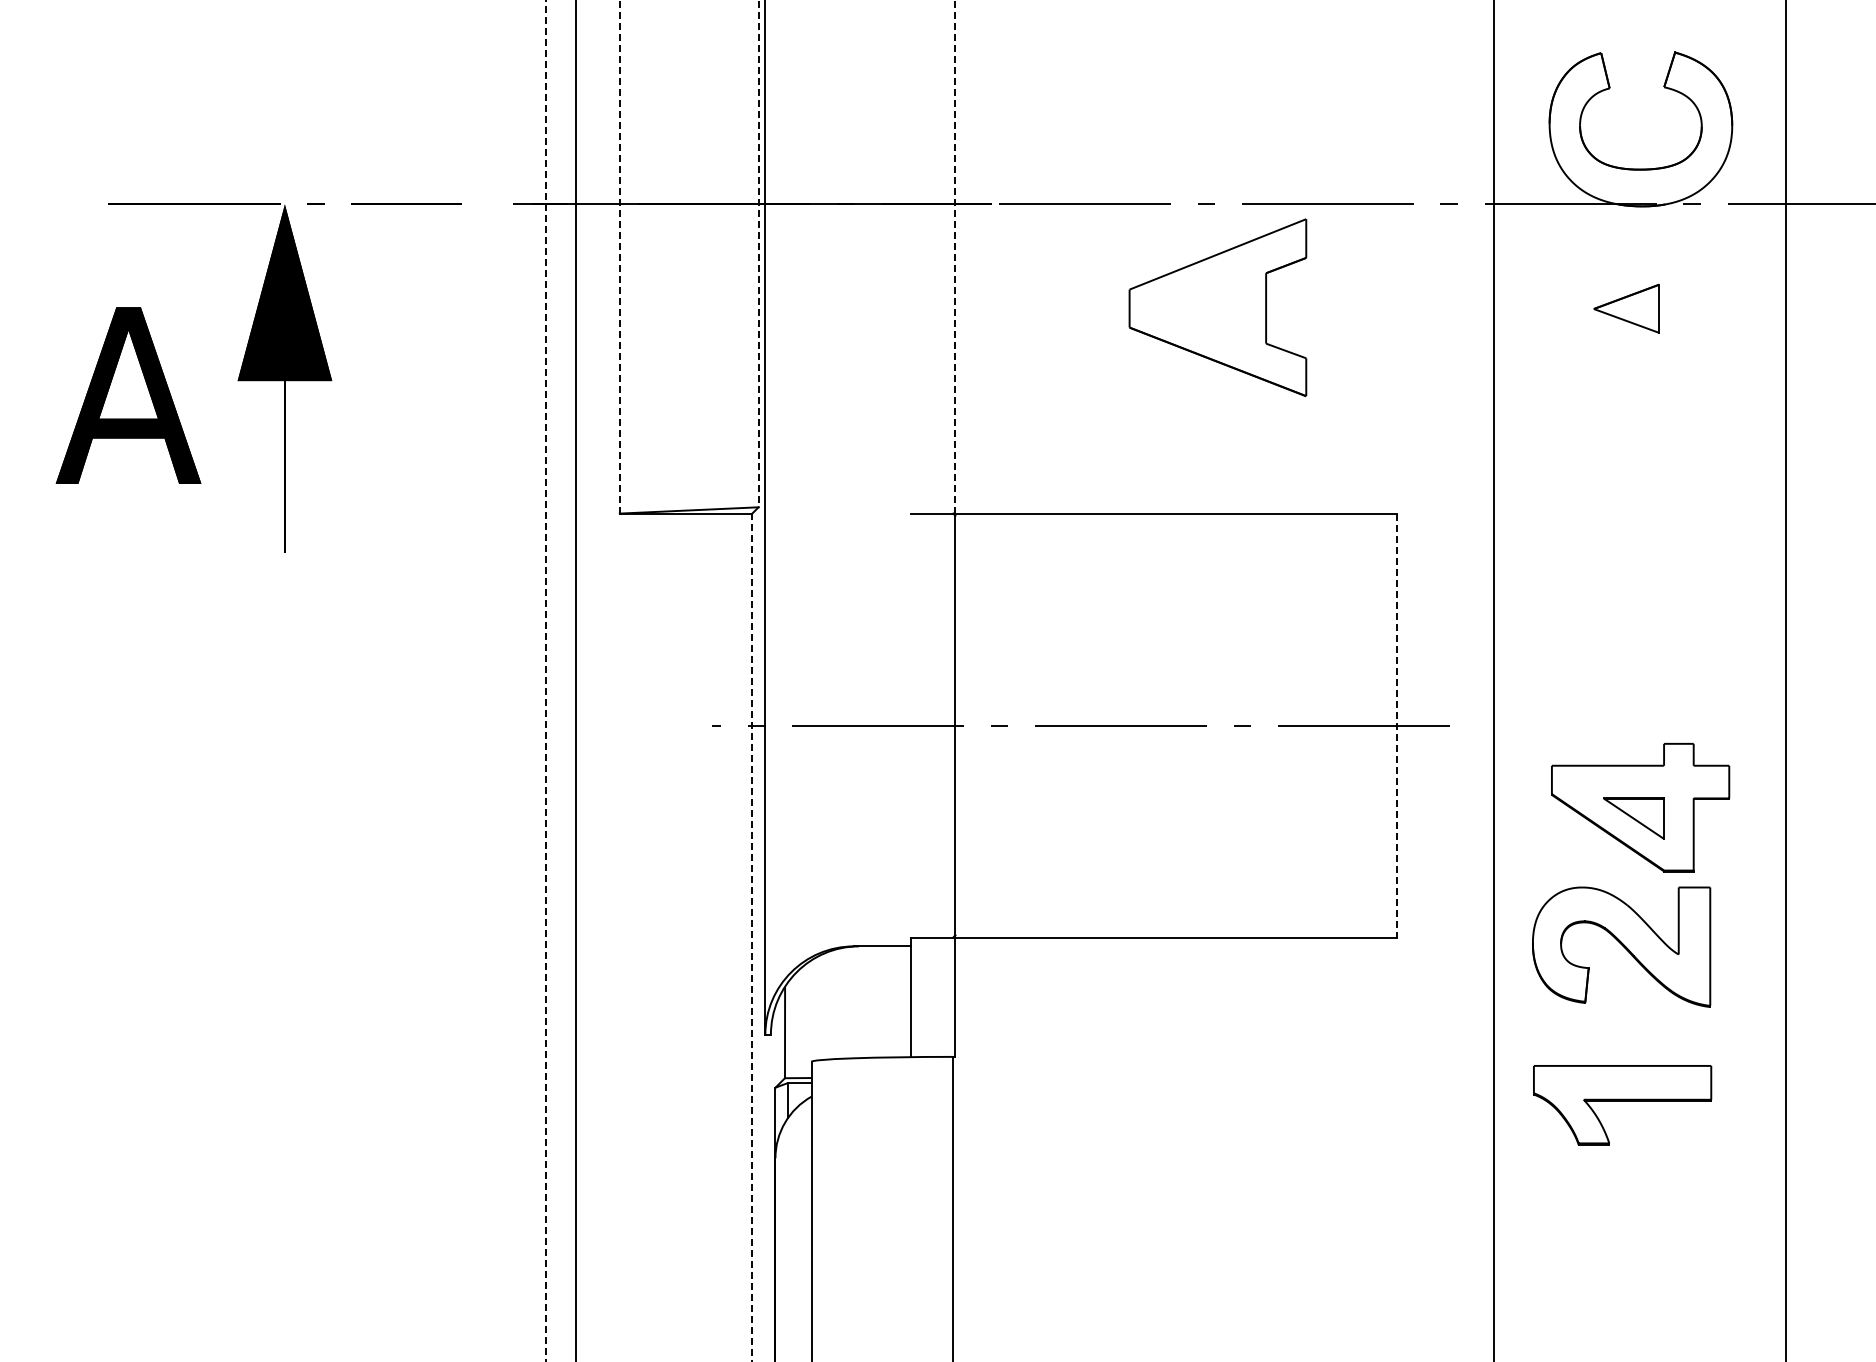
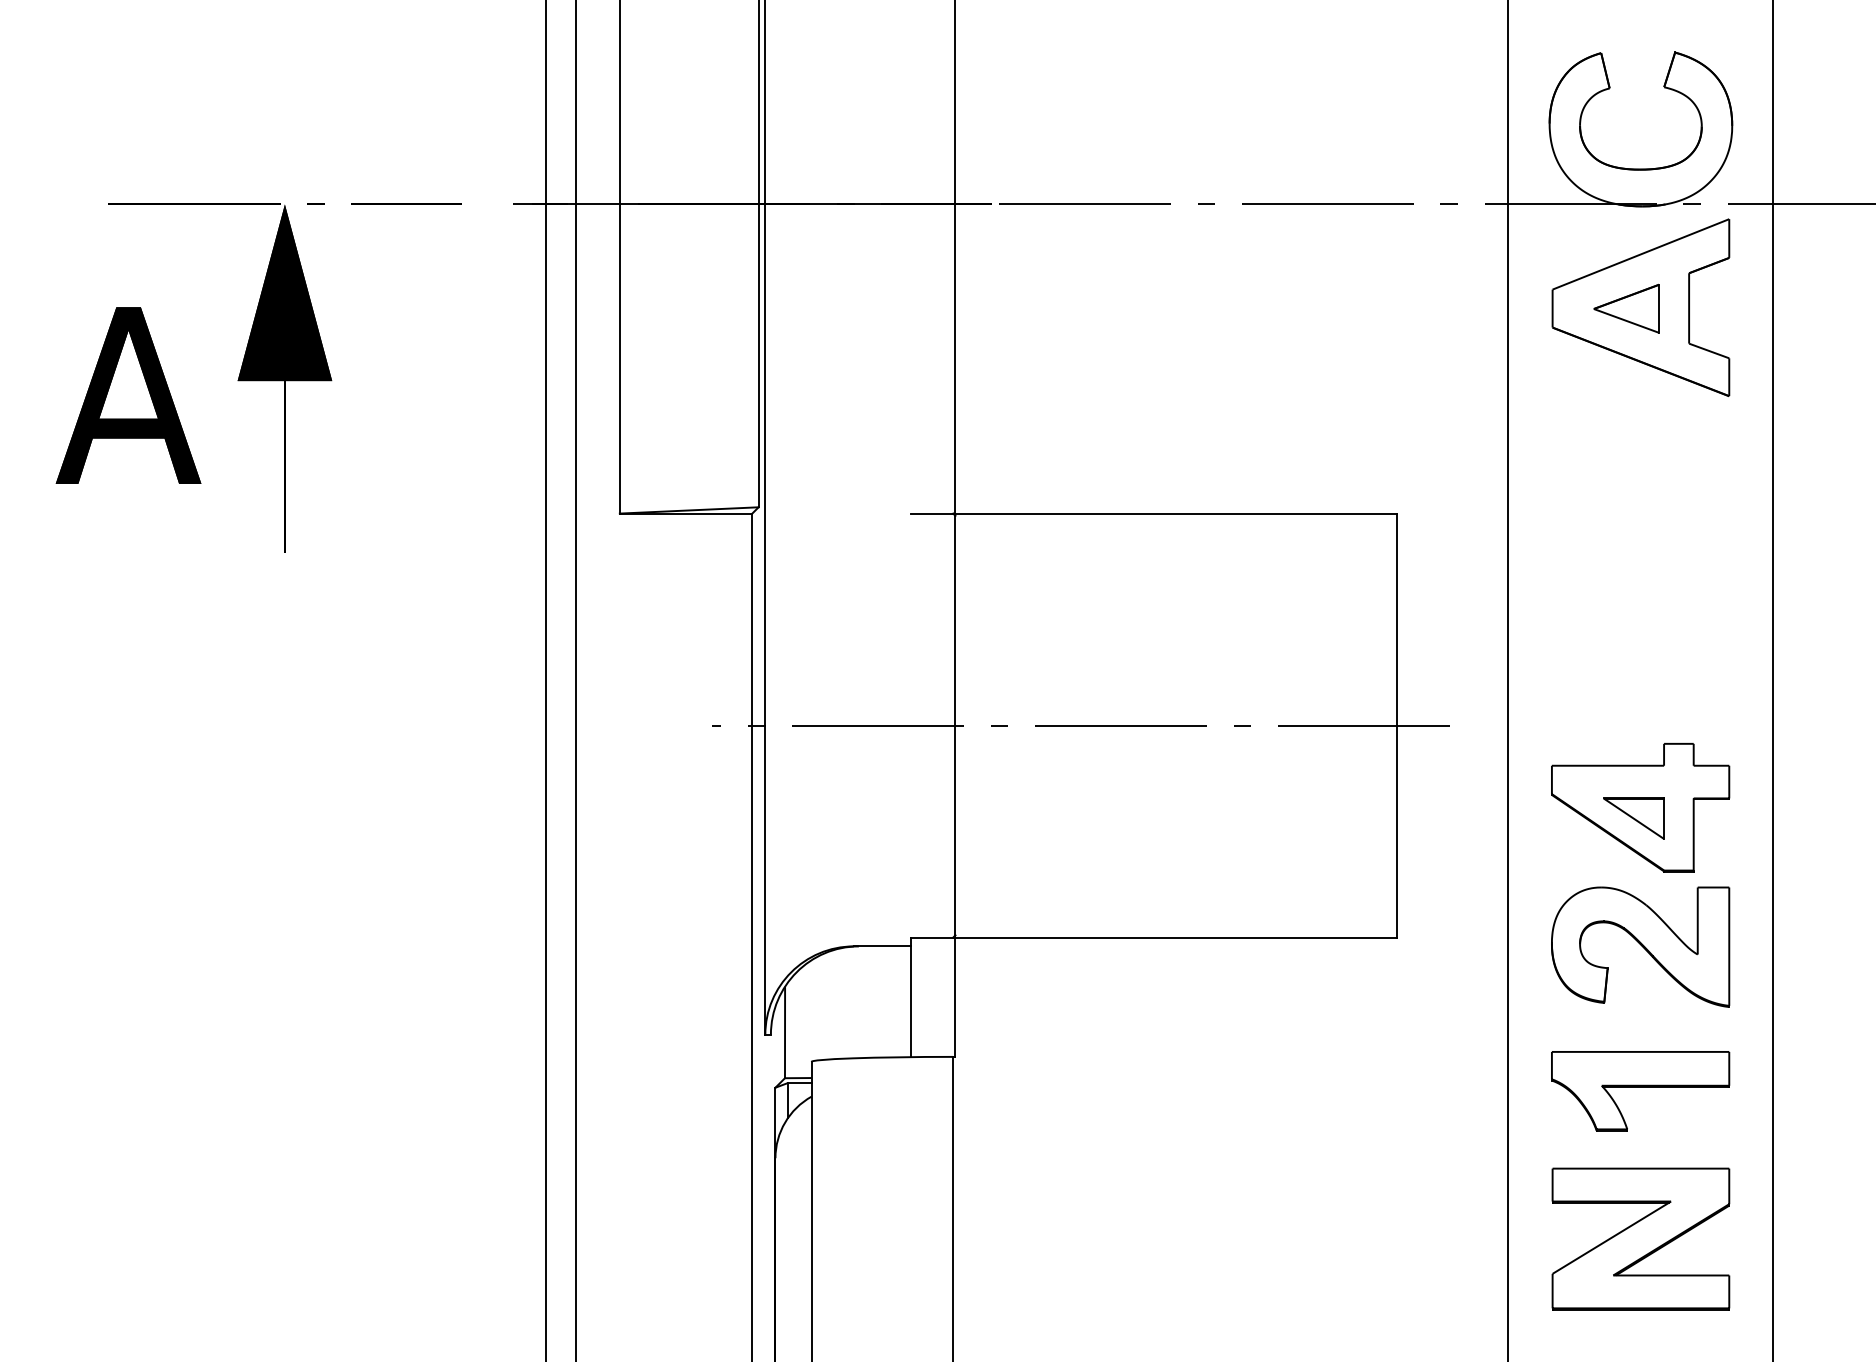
line at (758, 254): dashed -> solid
line at (619, 256): dashed -> solid
line at (955, 256): dashed -> solid
part at (1217, 307) position: (1217, 307) -> (1640, 307)
line at (545, 680): dashed -> solid
line at (1494, 680) position: (1494, 680) -> (1508, 680)
line at (1786, 680) position: (1786, 680) -> (1773, 680)
line at (1397, 725): dashed -> solid
line at (752, 937): dashed -> solid
part at (1621, 946) position: (1621, 946) -> (1640, 946)
part at (1622, 1105) position: (1622, 1105) -> (1640, 1091)
part at (1640, 1238): none -> present
